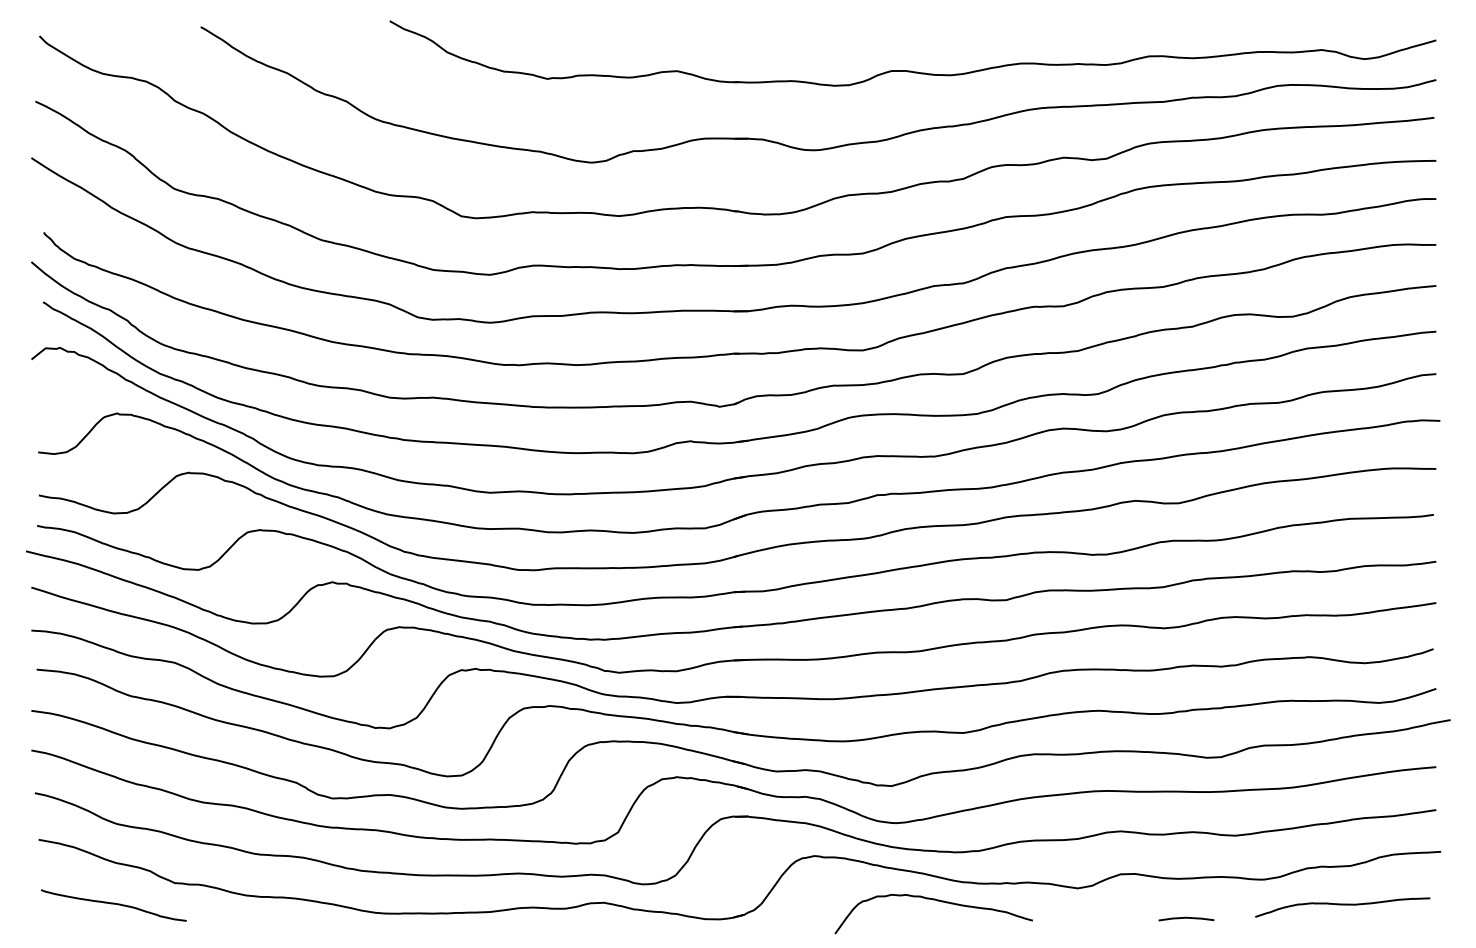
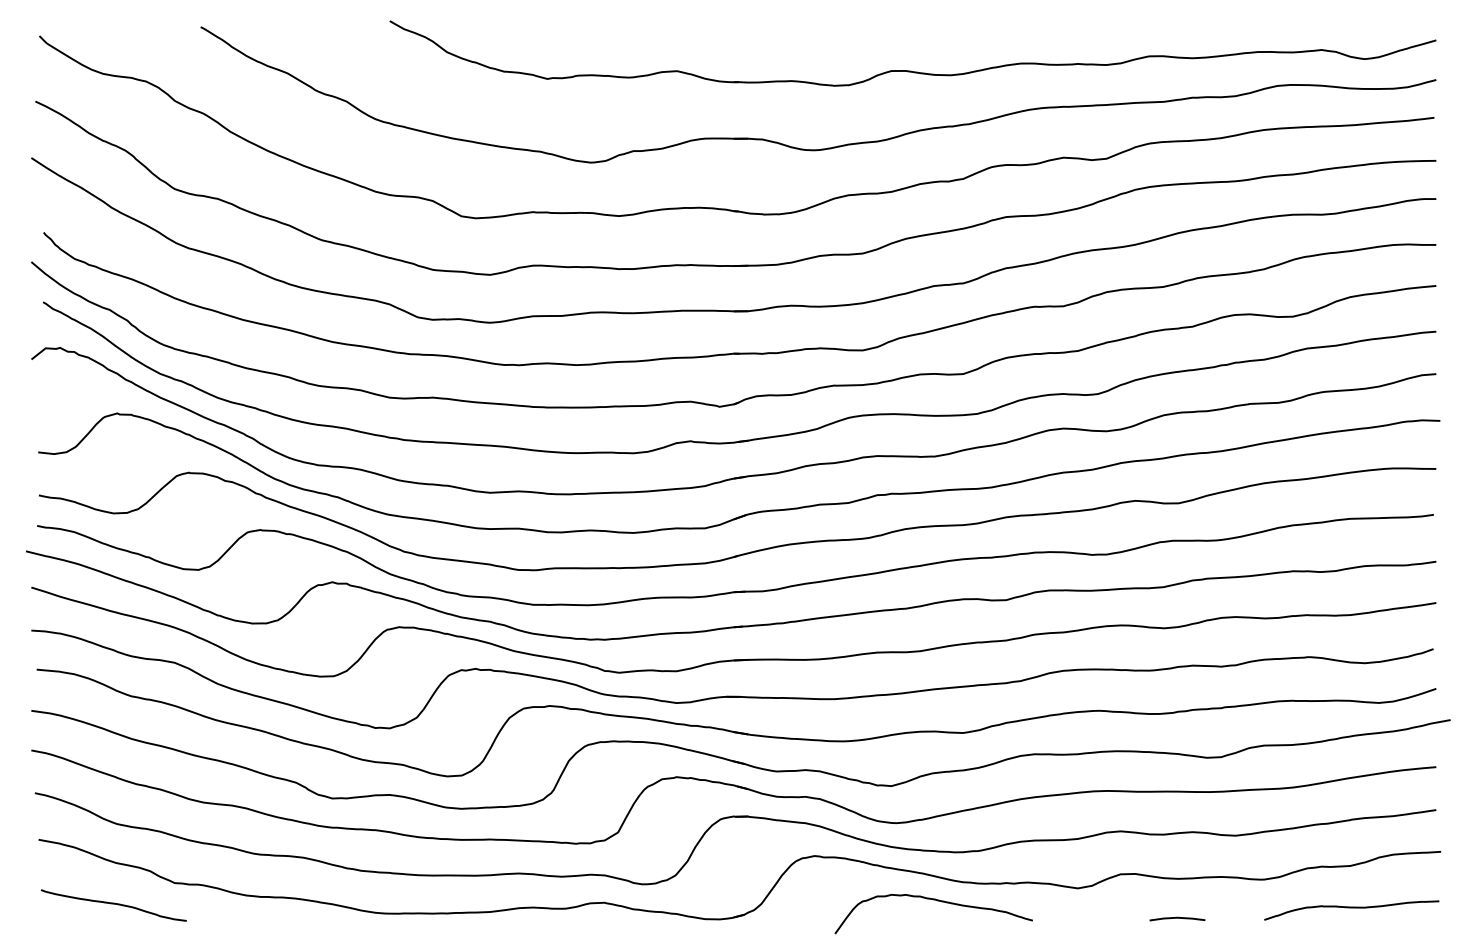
curve at (1342, 905) position: (1342, 905) -> (1351, 908)
line at (1186, 918) position: (1186, 918) -> (1177, 918)
